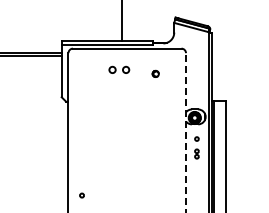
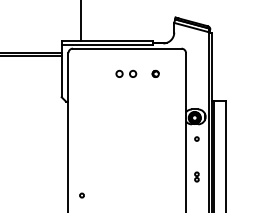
line at (122, 21) position: (122, 21) -> (81, 21)
part at (119, 69) position: (119, 69) -> (126, 73)
line at (186, 133): dashed -> solid
part at (196, 153) position: (196, 153) -> (196, 176)
